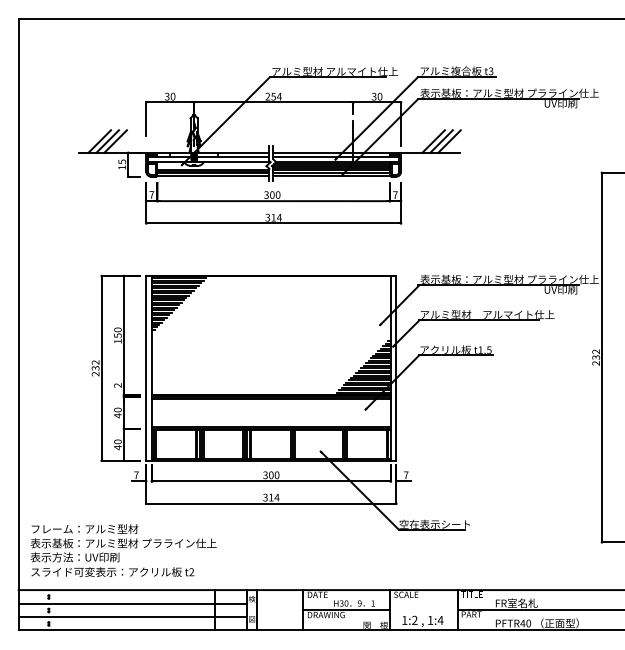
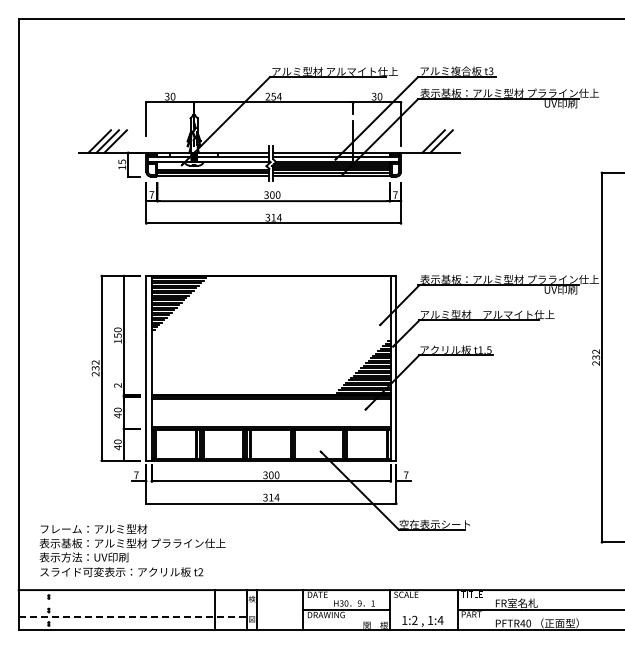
line at (449, 141): present -> none
text at (123, 550) position: (123, 550) -> (132, 550)
line at (132, 603): present -> none
line at (133, 617): solid -> dashed
